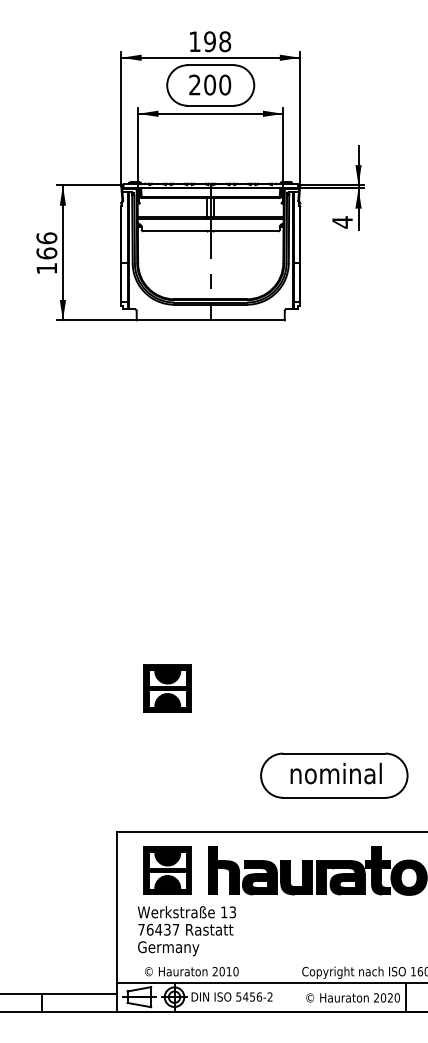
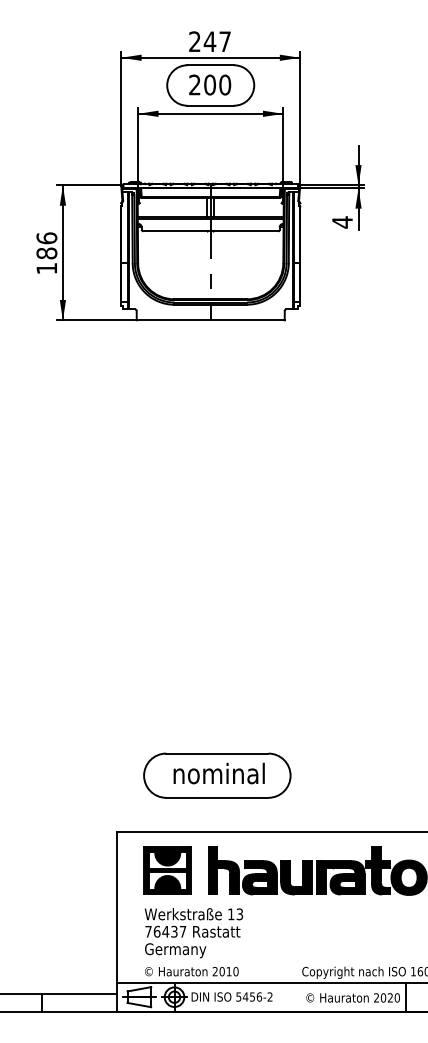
text at (210, 41): 198 -> 247
text at (46, 253): 166 -> 186
part at (167, 688): present -> none
part at (334, 775) position: (334, 775) -> (217, 775)
text at (186, 931) position: (186, 931) -> (193, 933)
